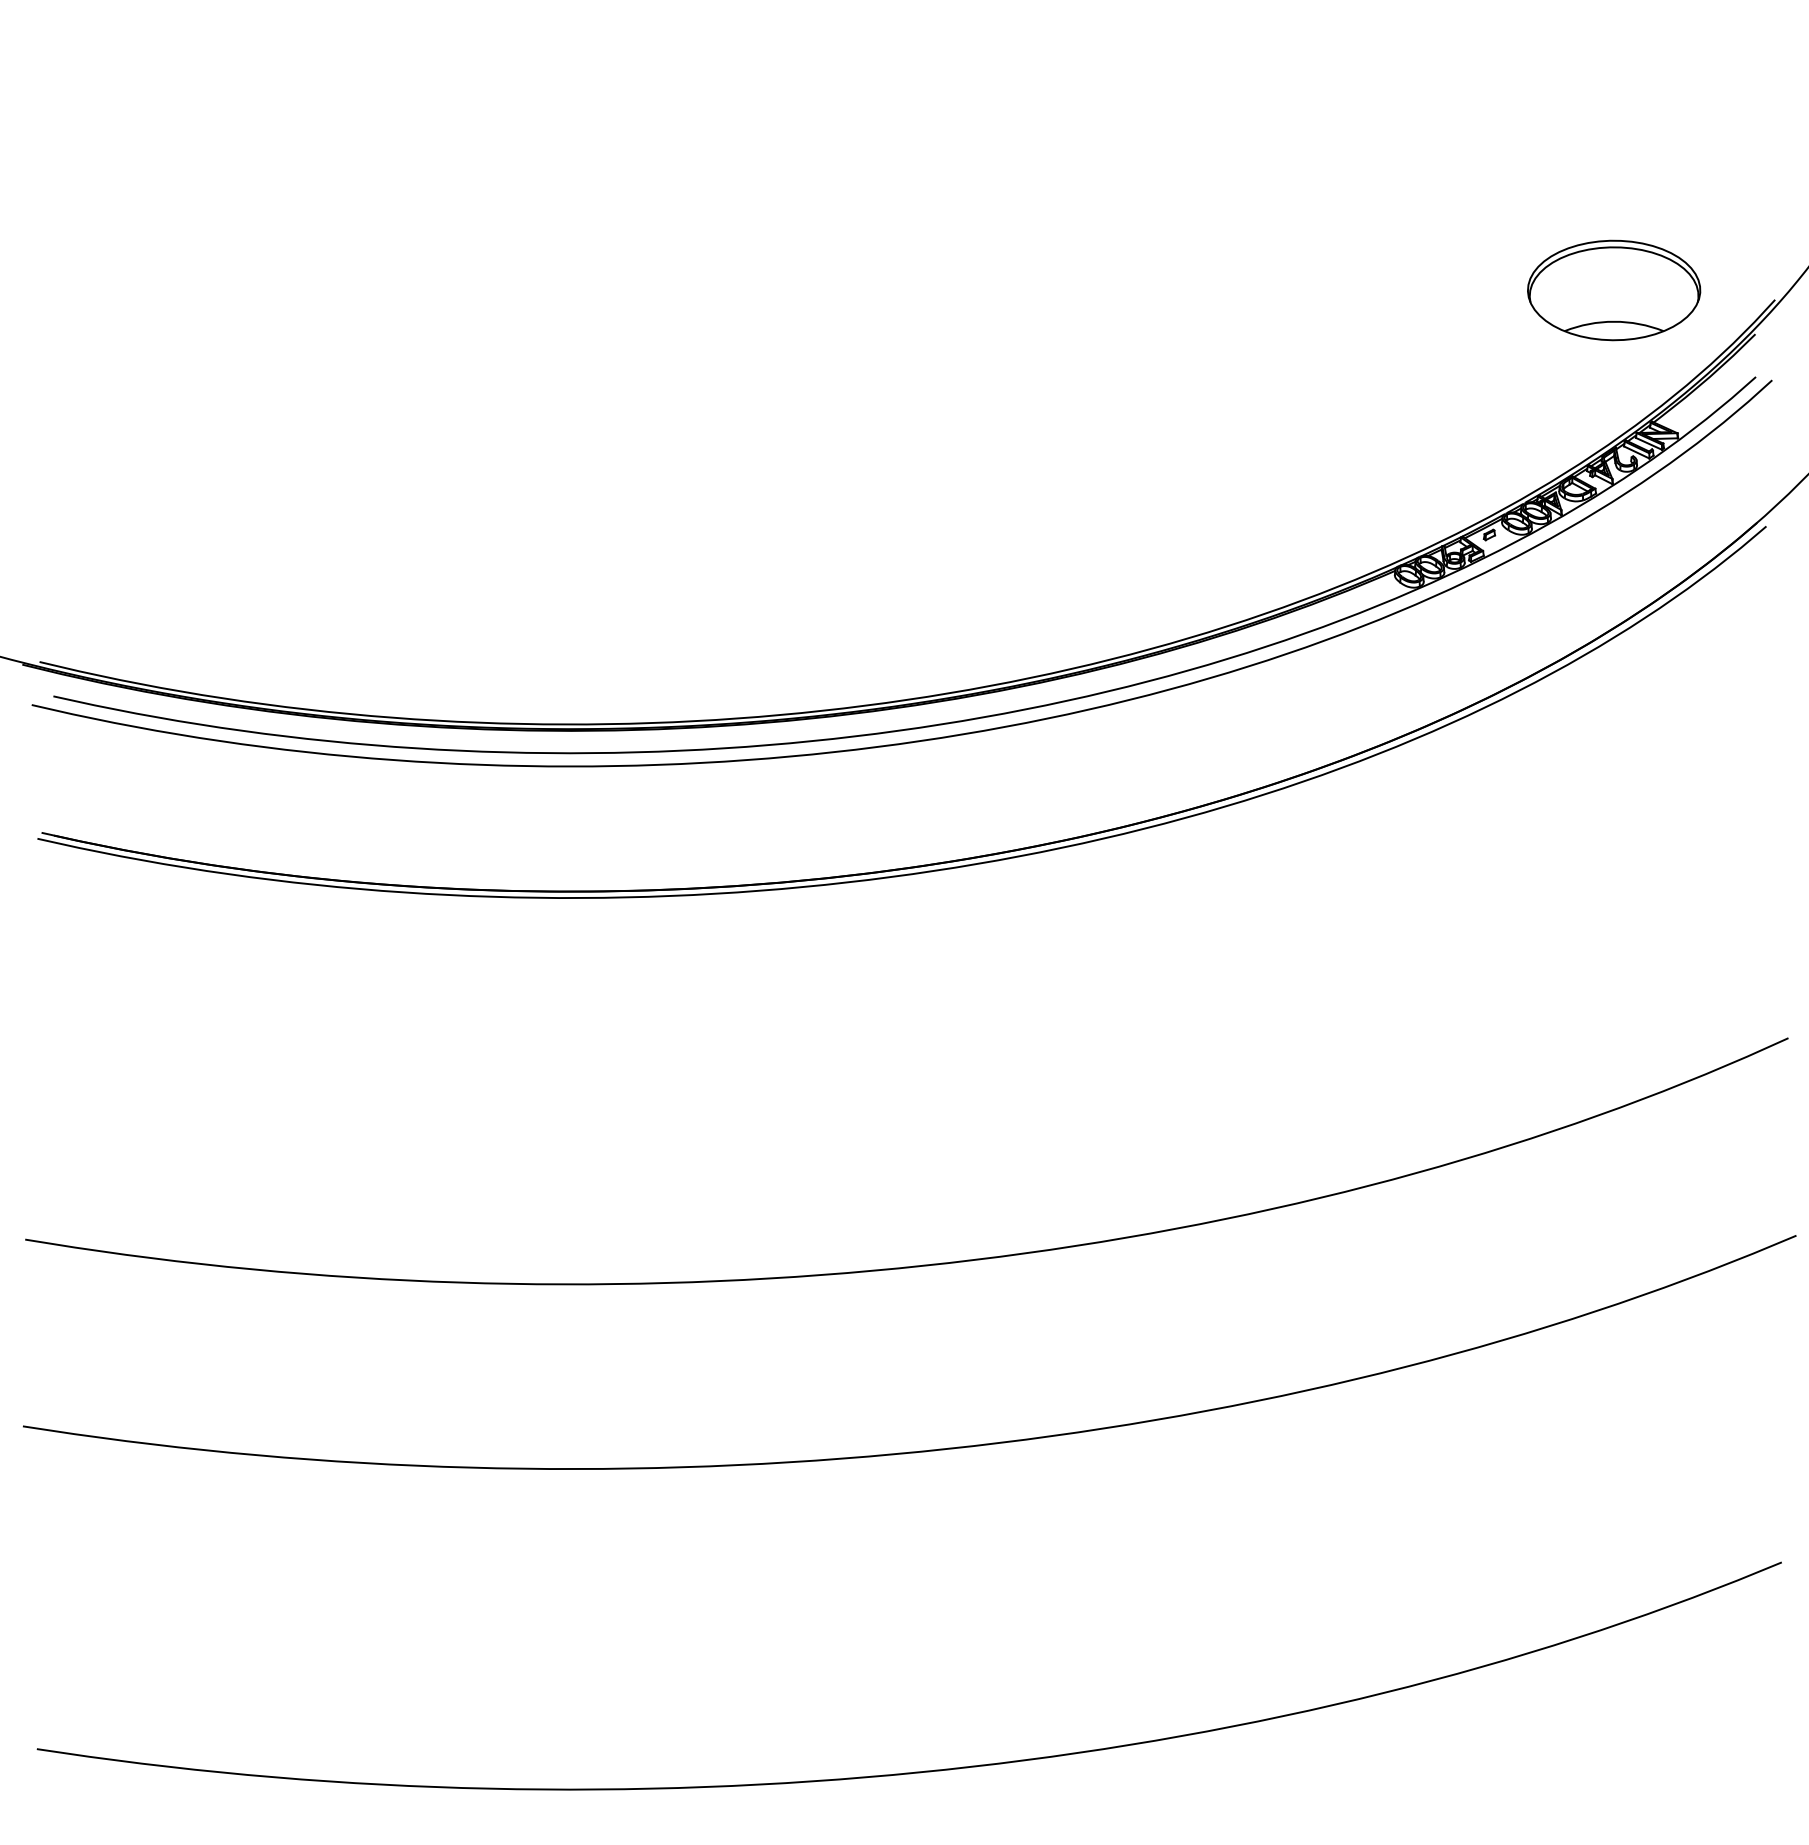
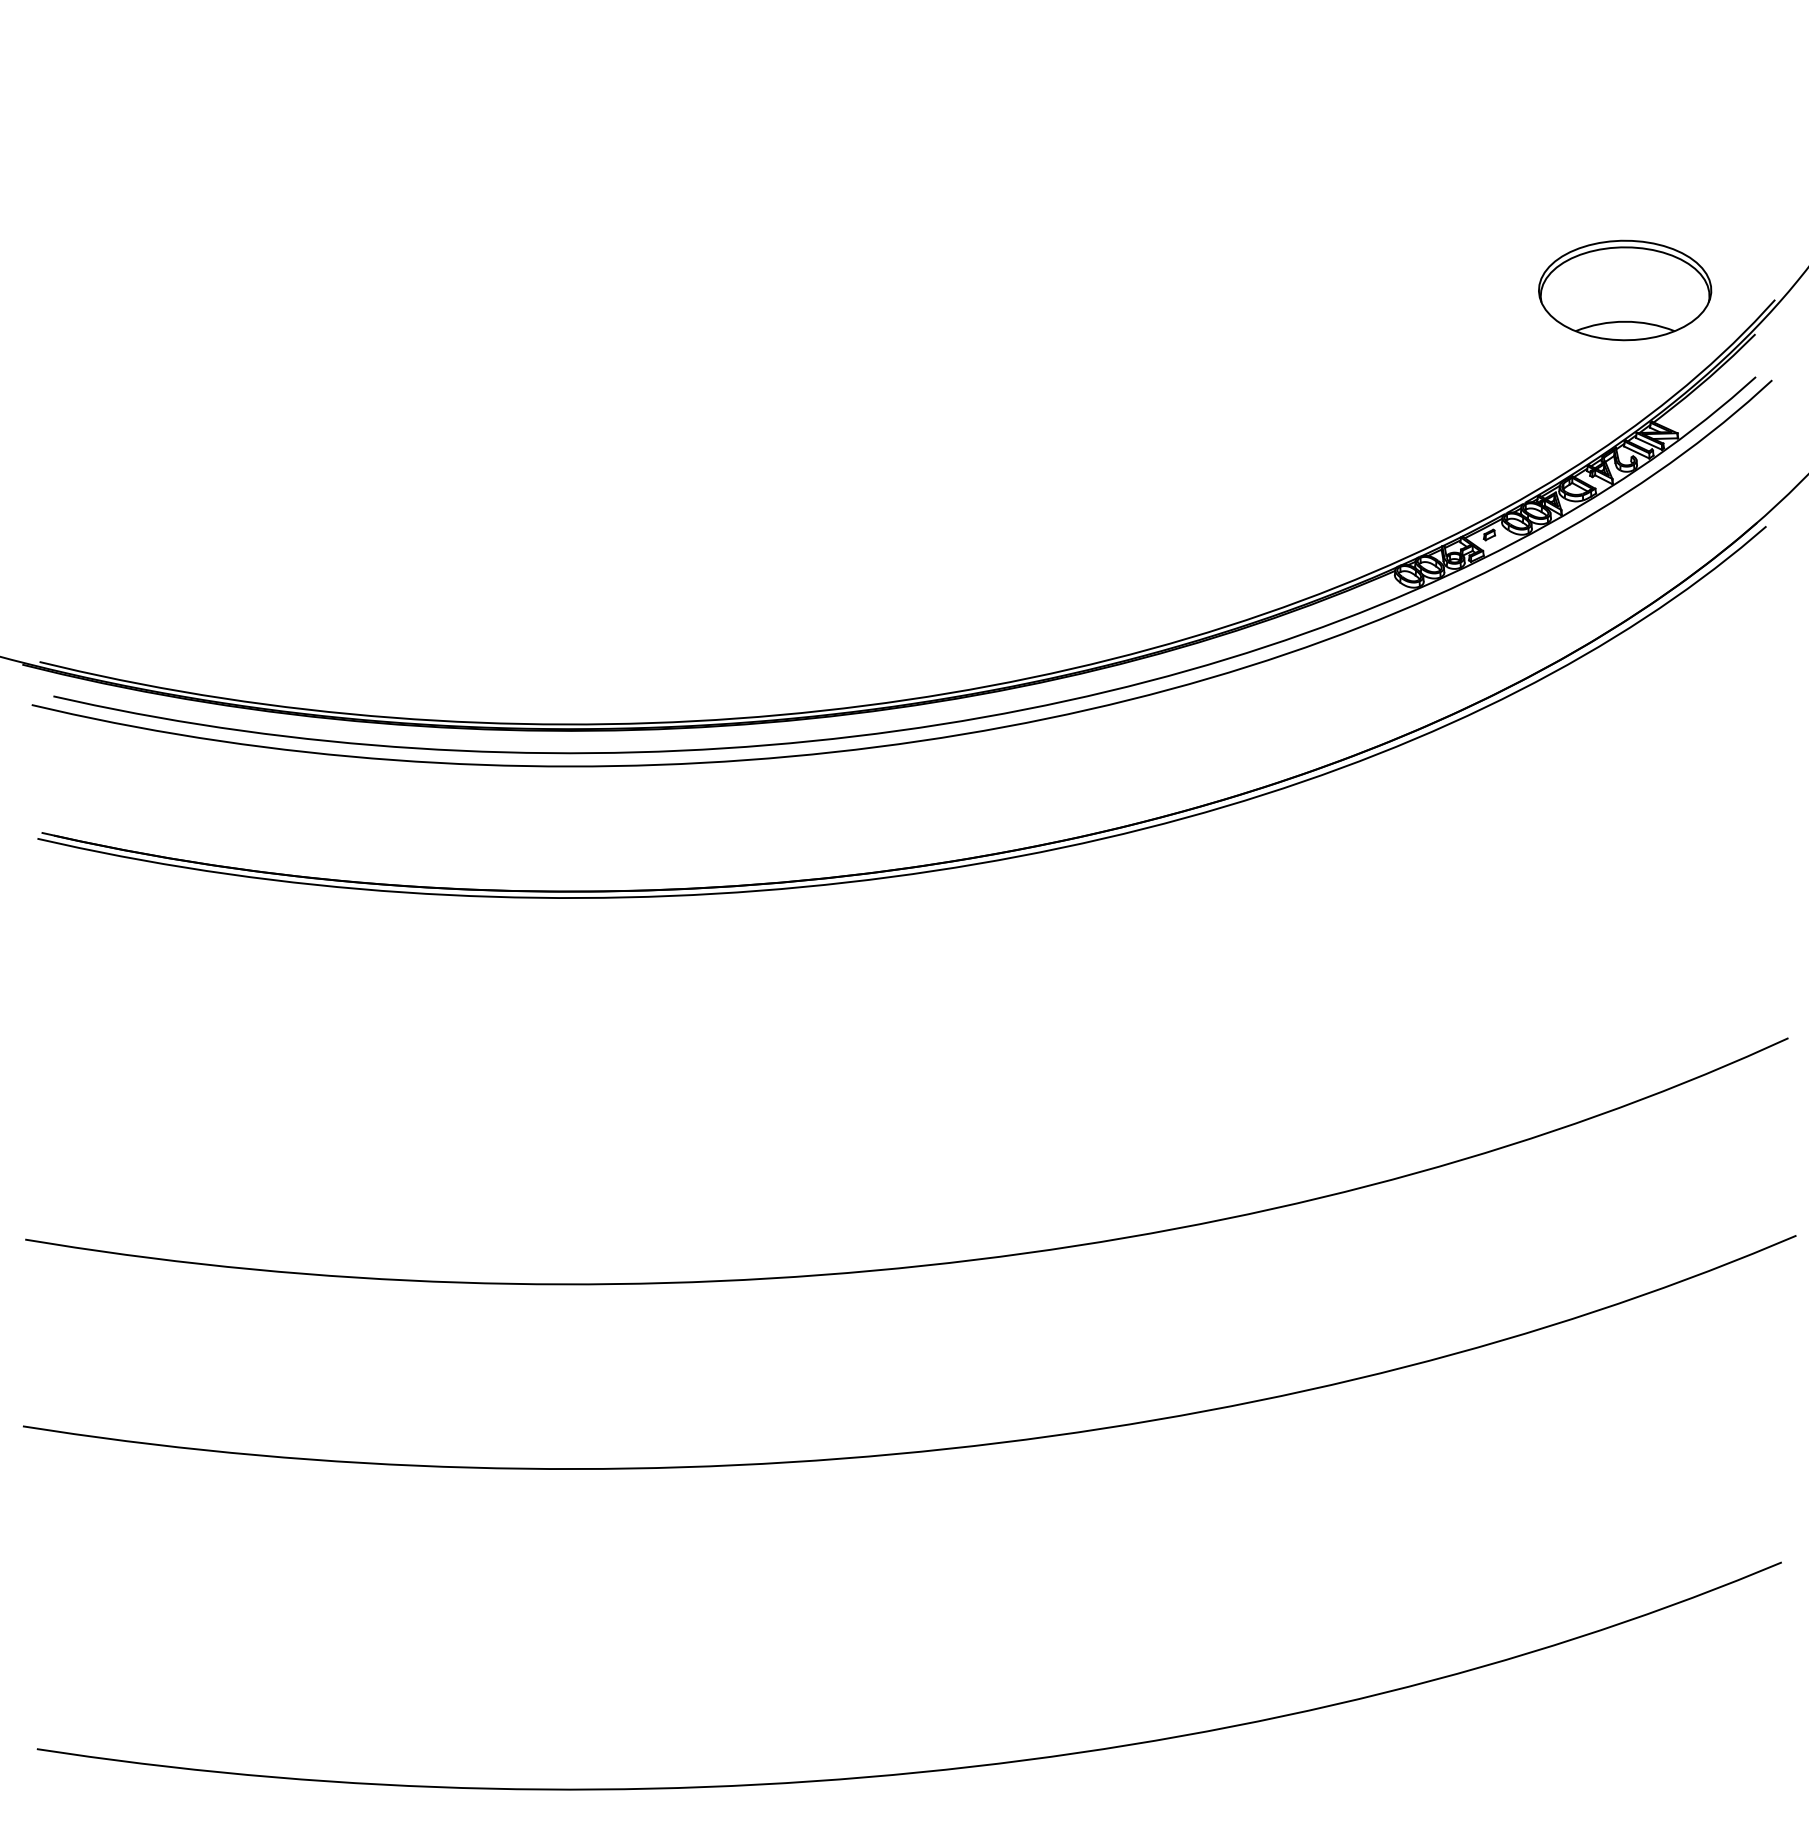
part at (1614, 290) position: (1614, 290) -> (1625, 290)
